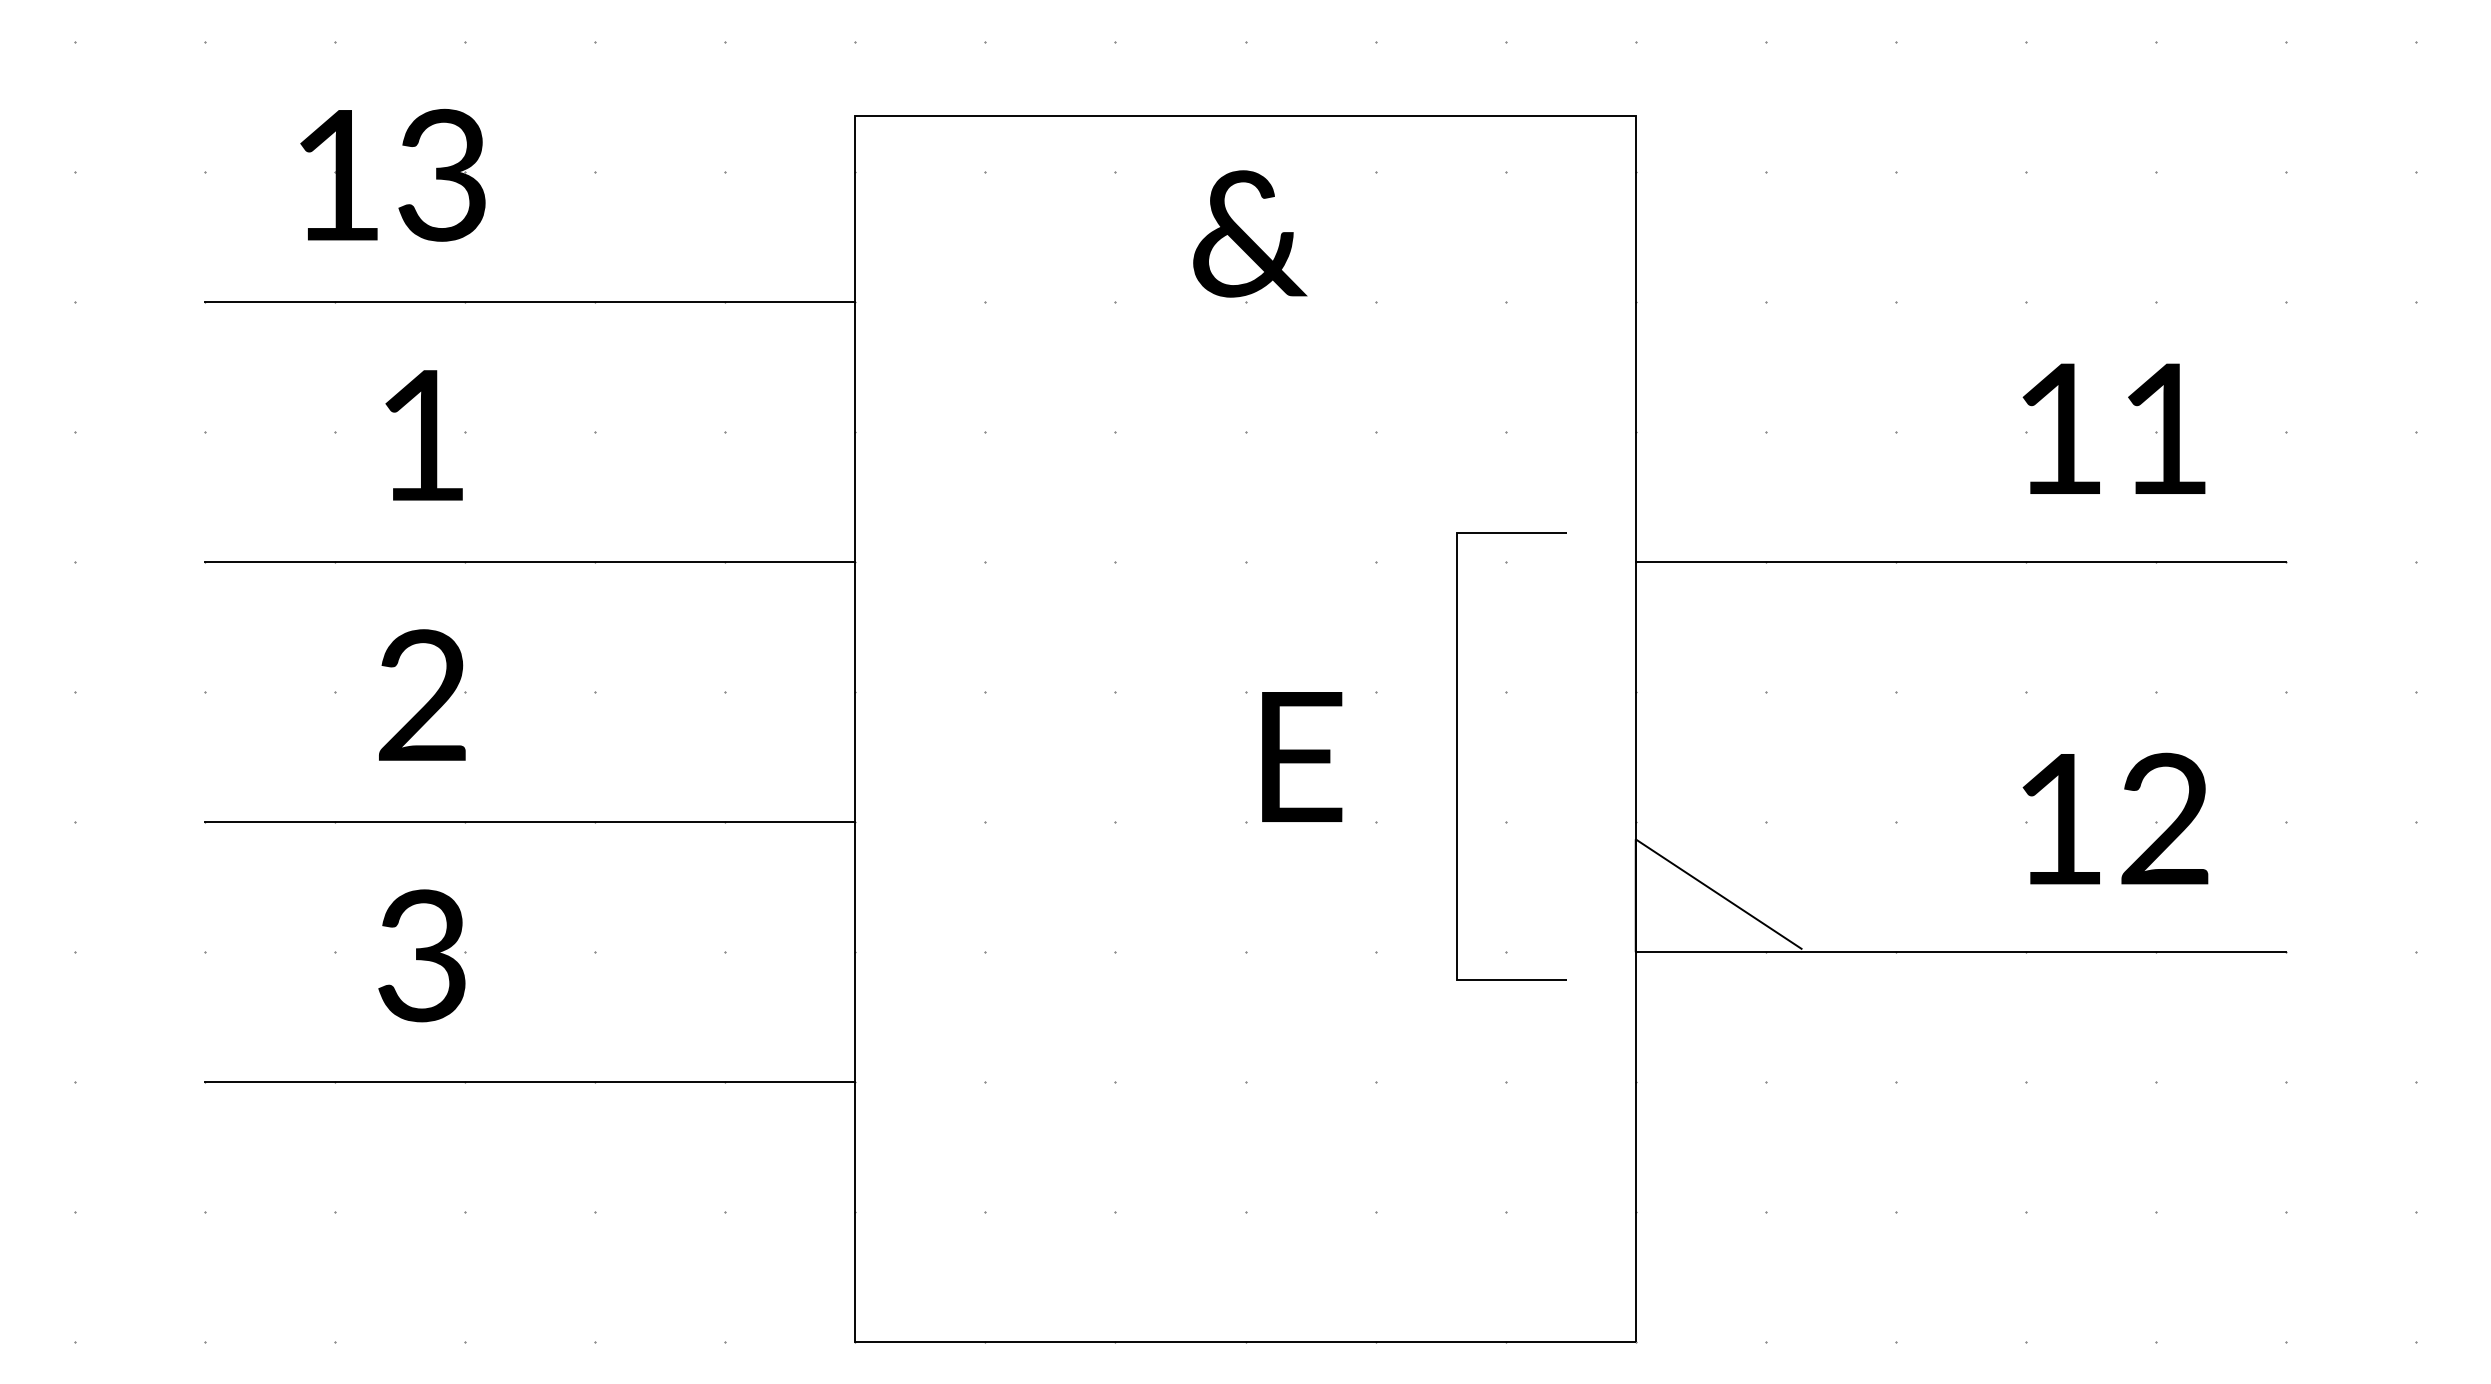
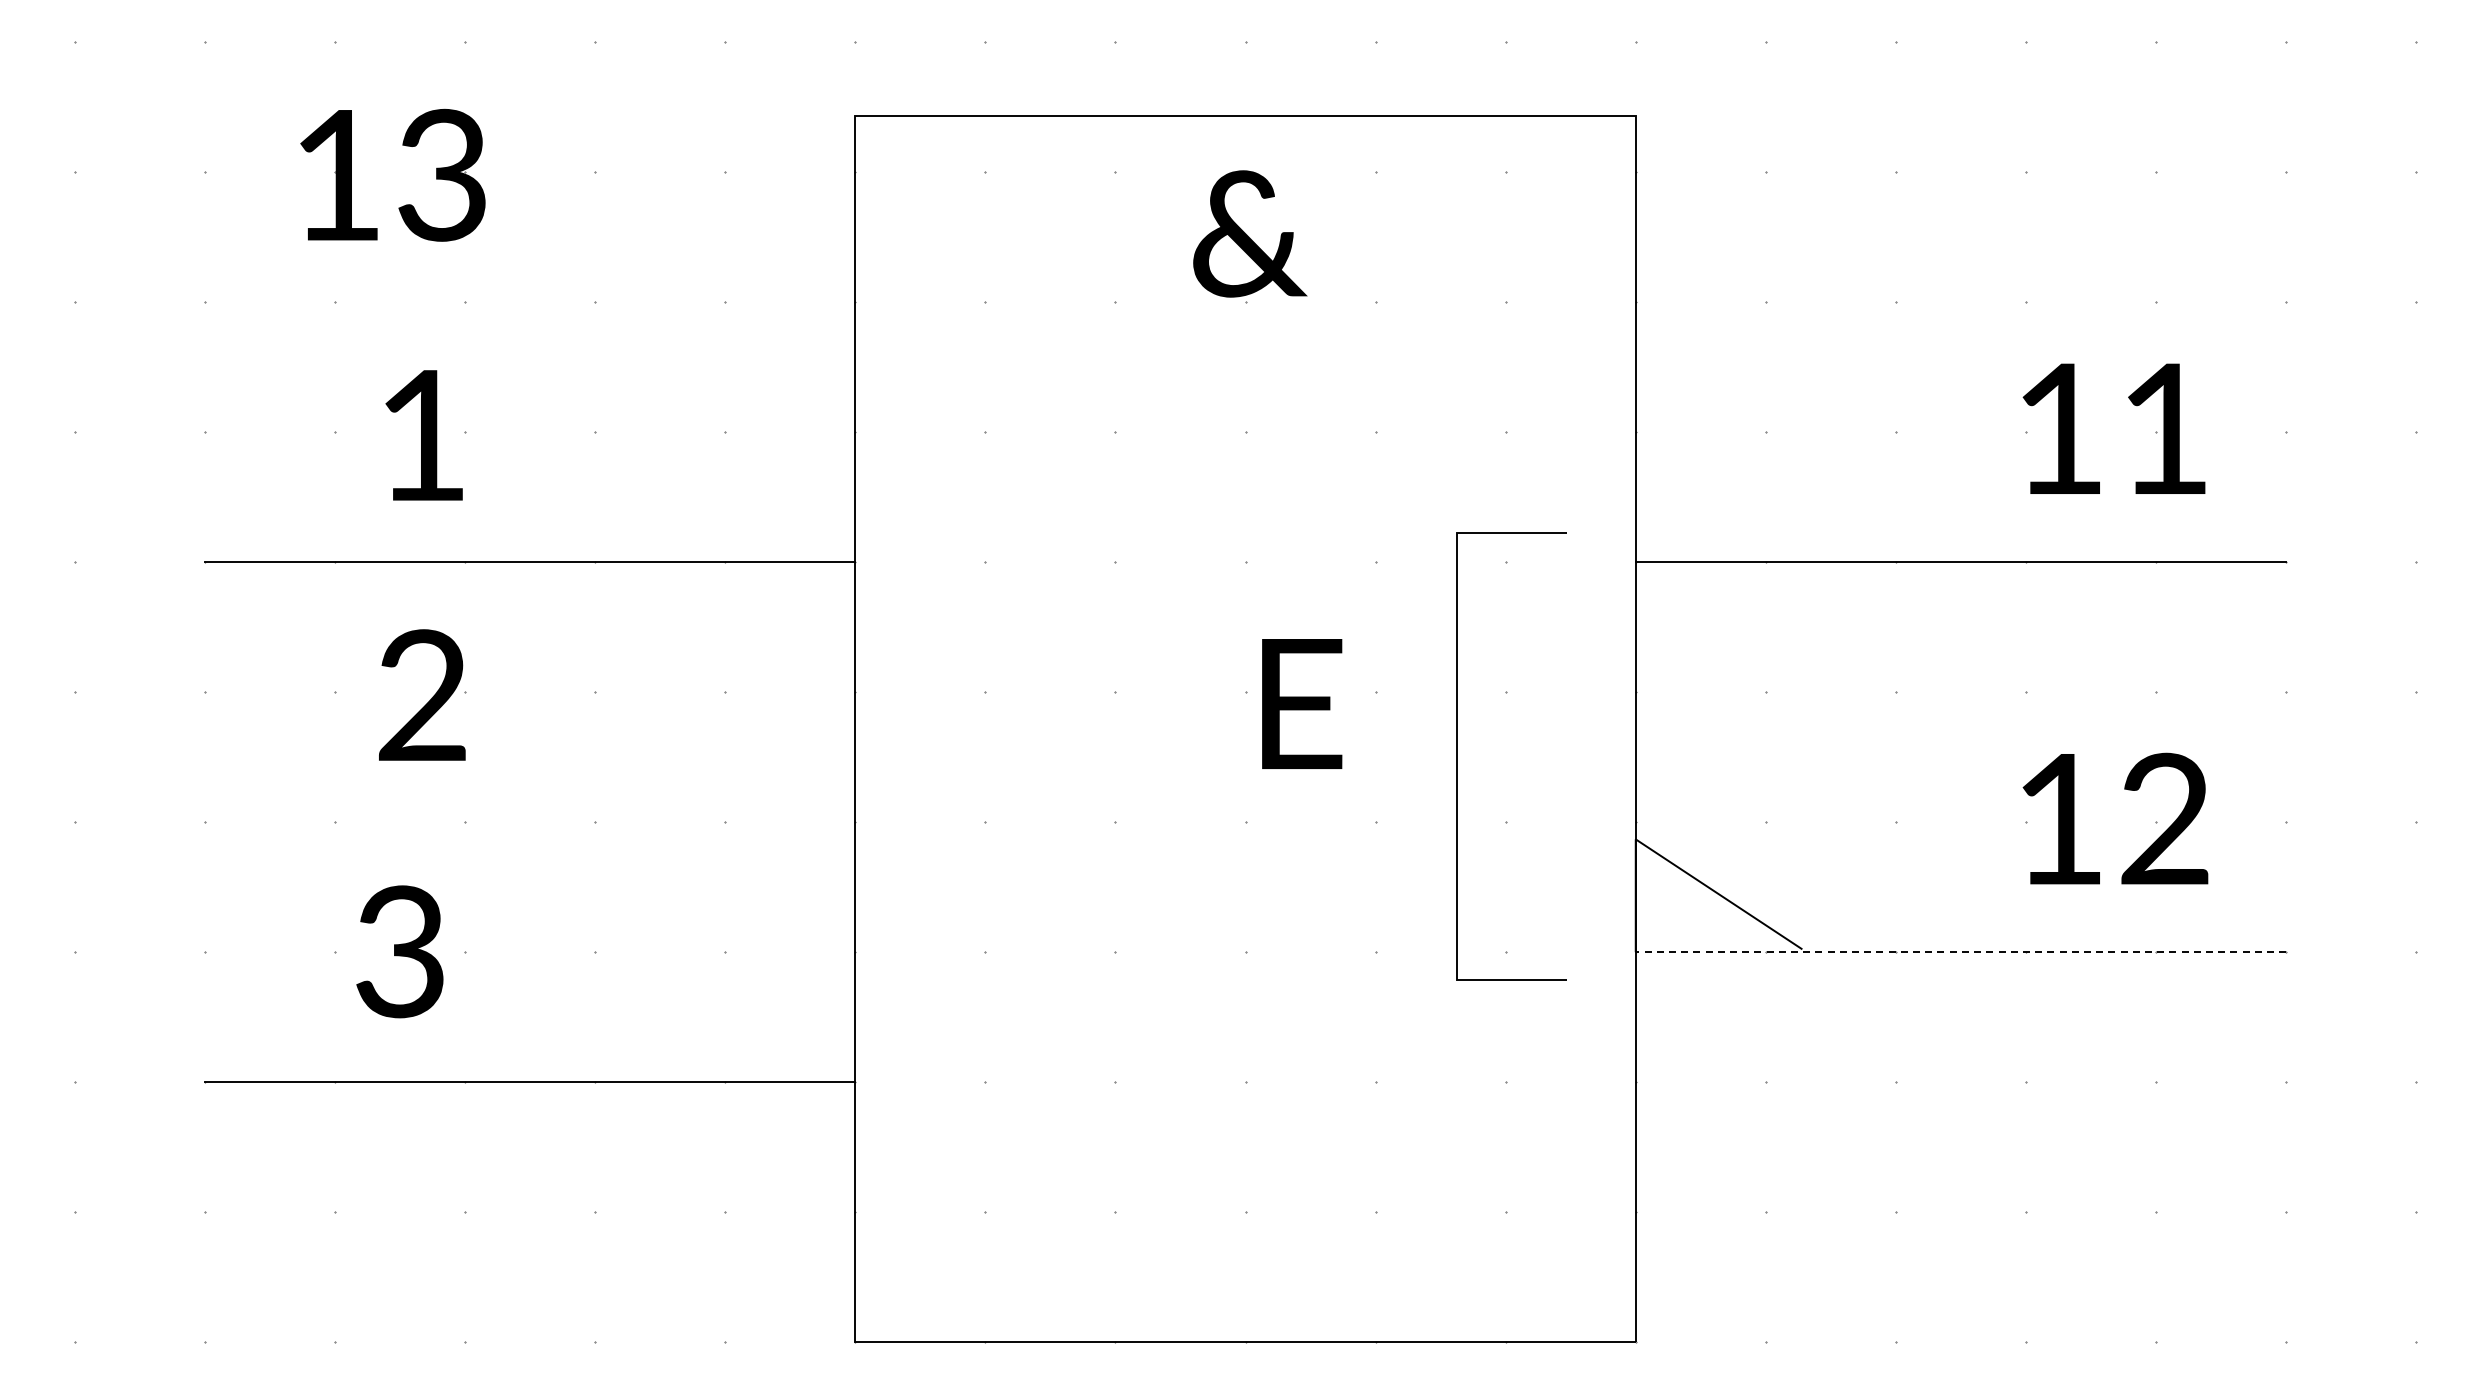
line at (529, 301): present -> none
text at (1302, 756) position: (1302, 756) -> (1302, 703)
line at (529, 822): present -> none
line at (1960, 952): solid -> dashed
text at (421, 955) position: (421, 955) -> (399, 951)
